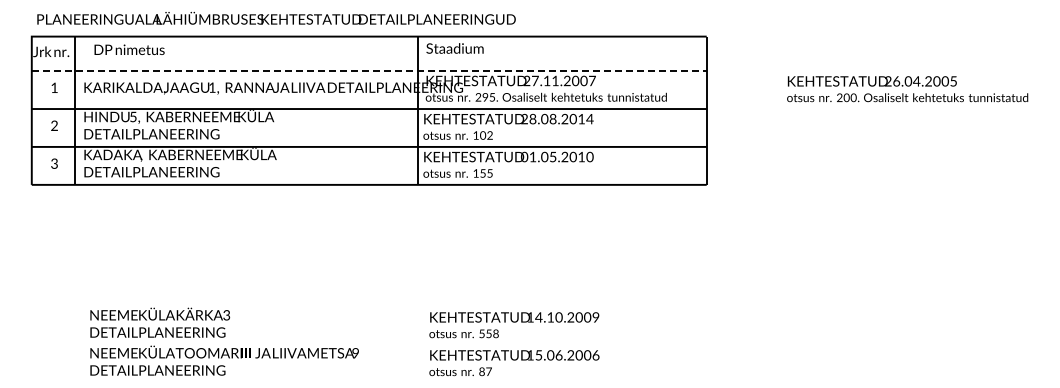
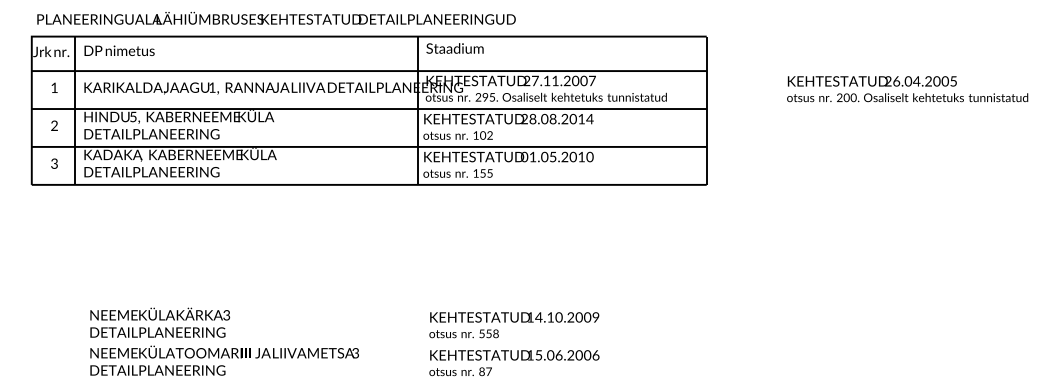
text at (129, 49) position: (129, 49) -> (119, 50)
line at (369, 71): dashed -> solid
text at (355, 353): 9 -> 3
